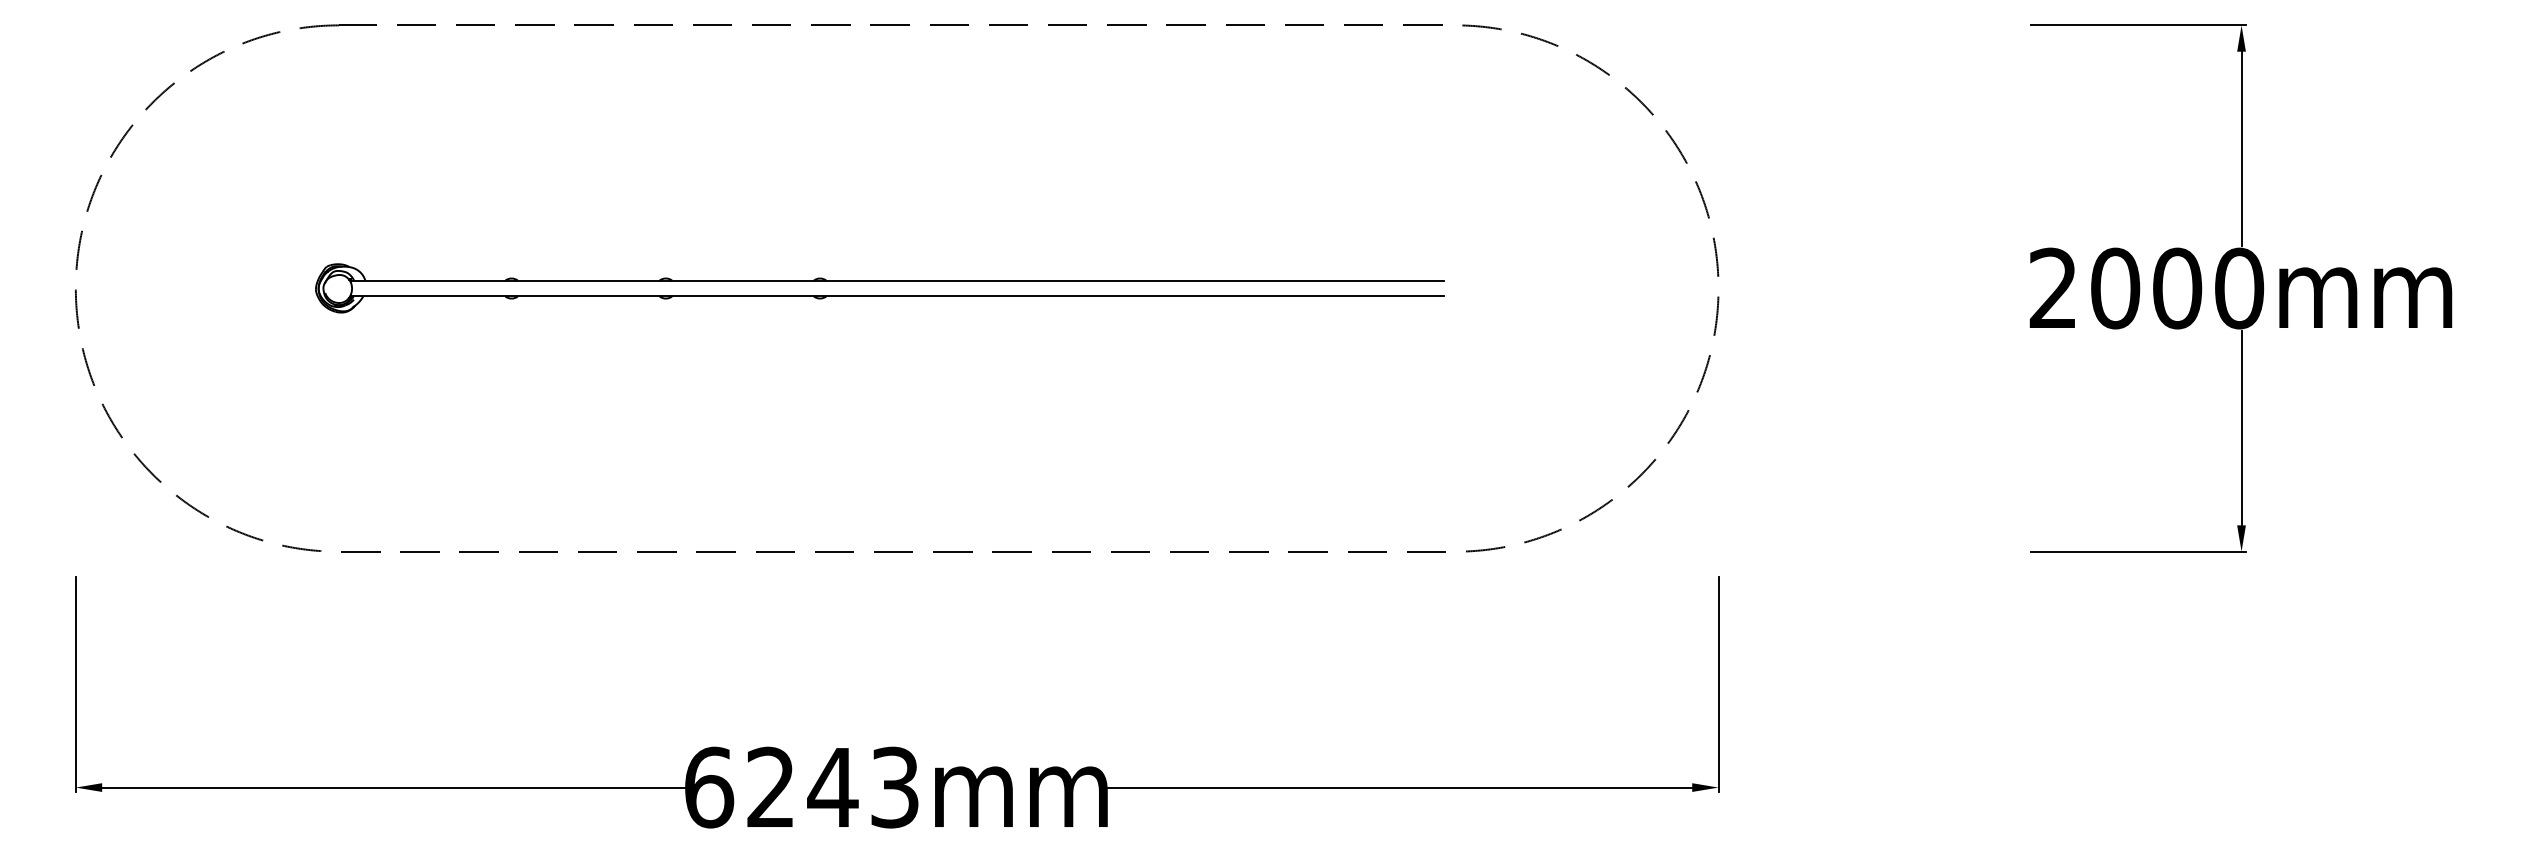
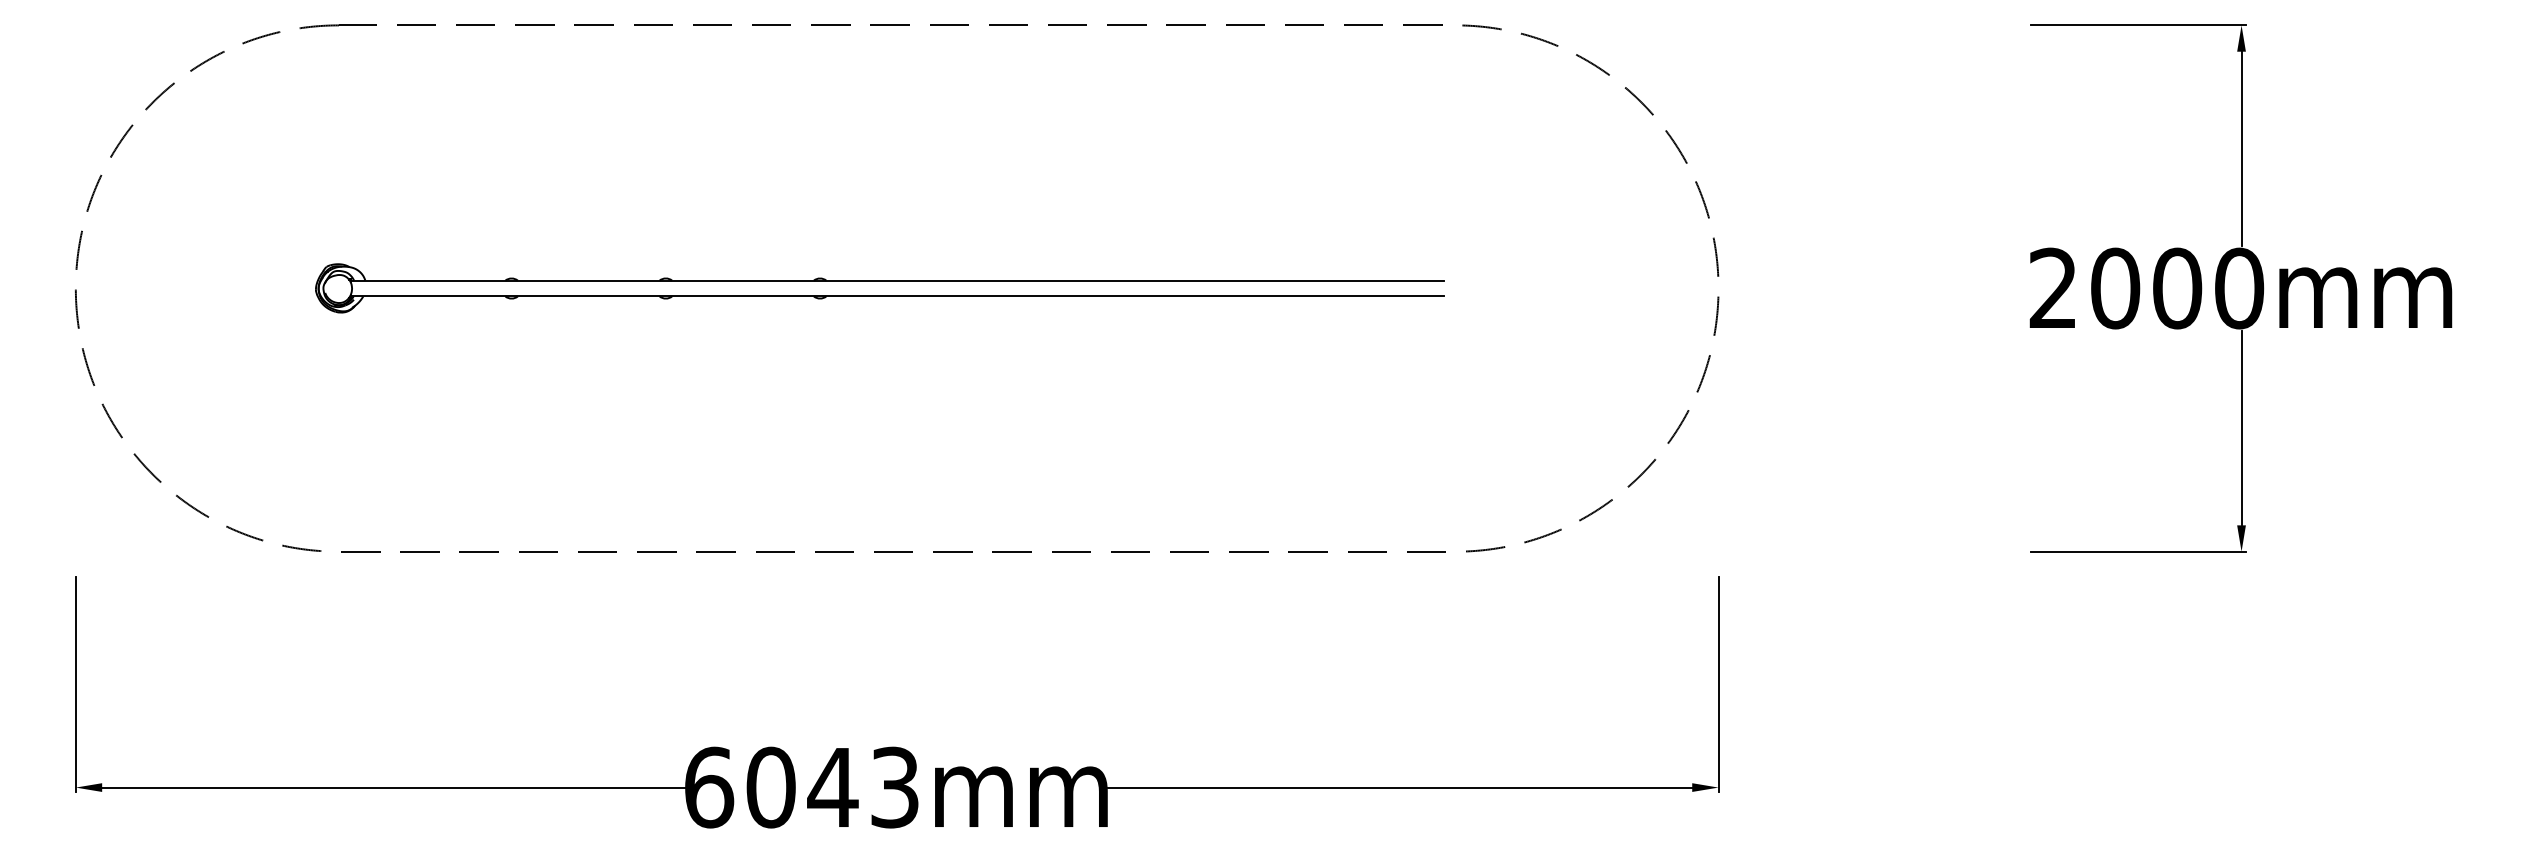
text at (770, 787): 6243mm -> 6043mm
